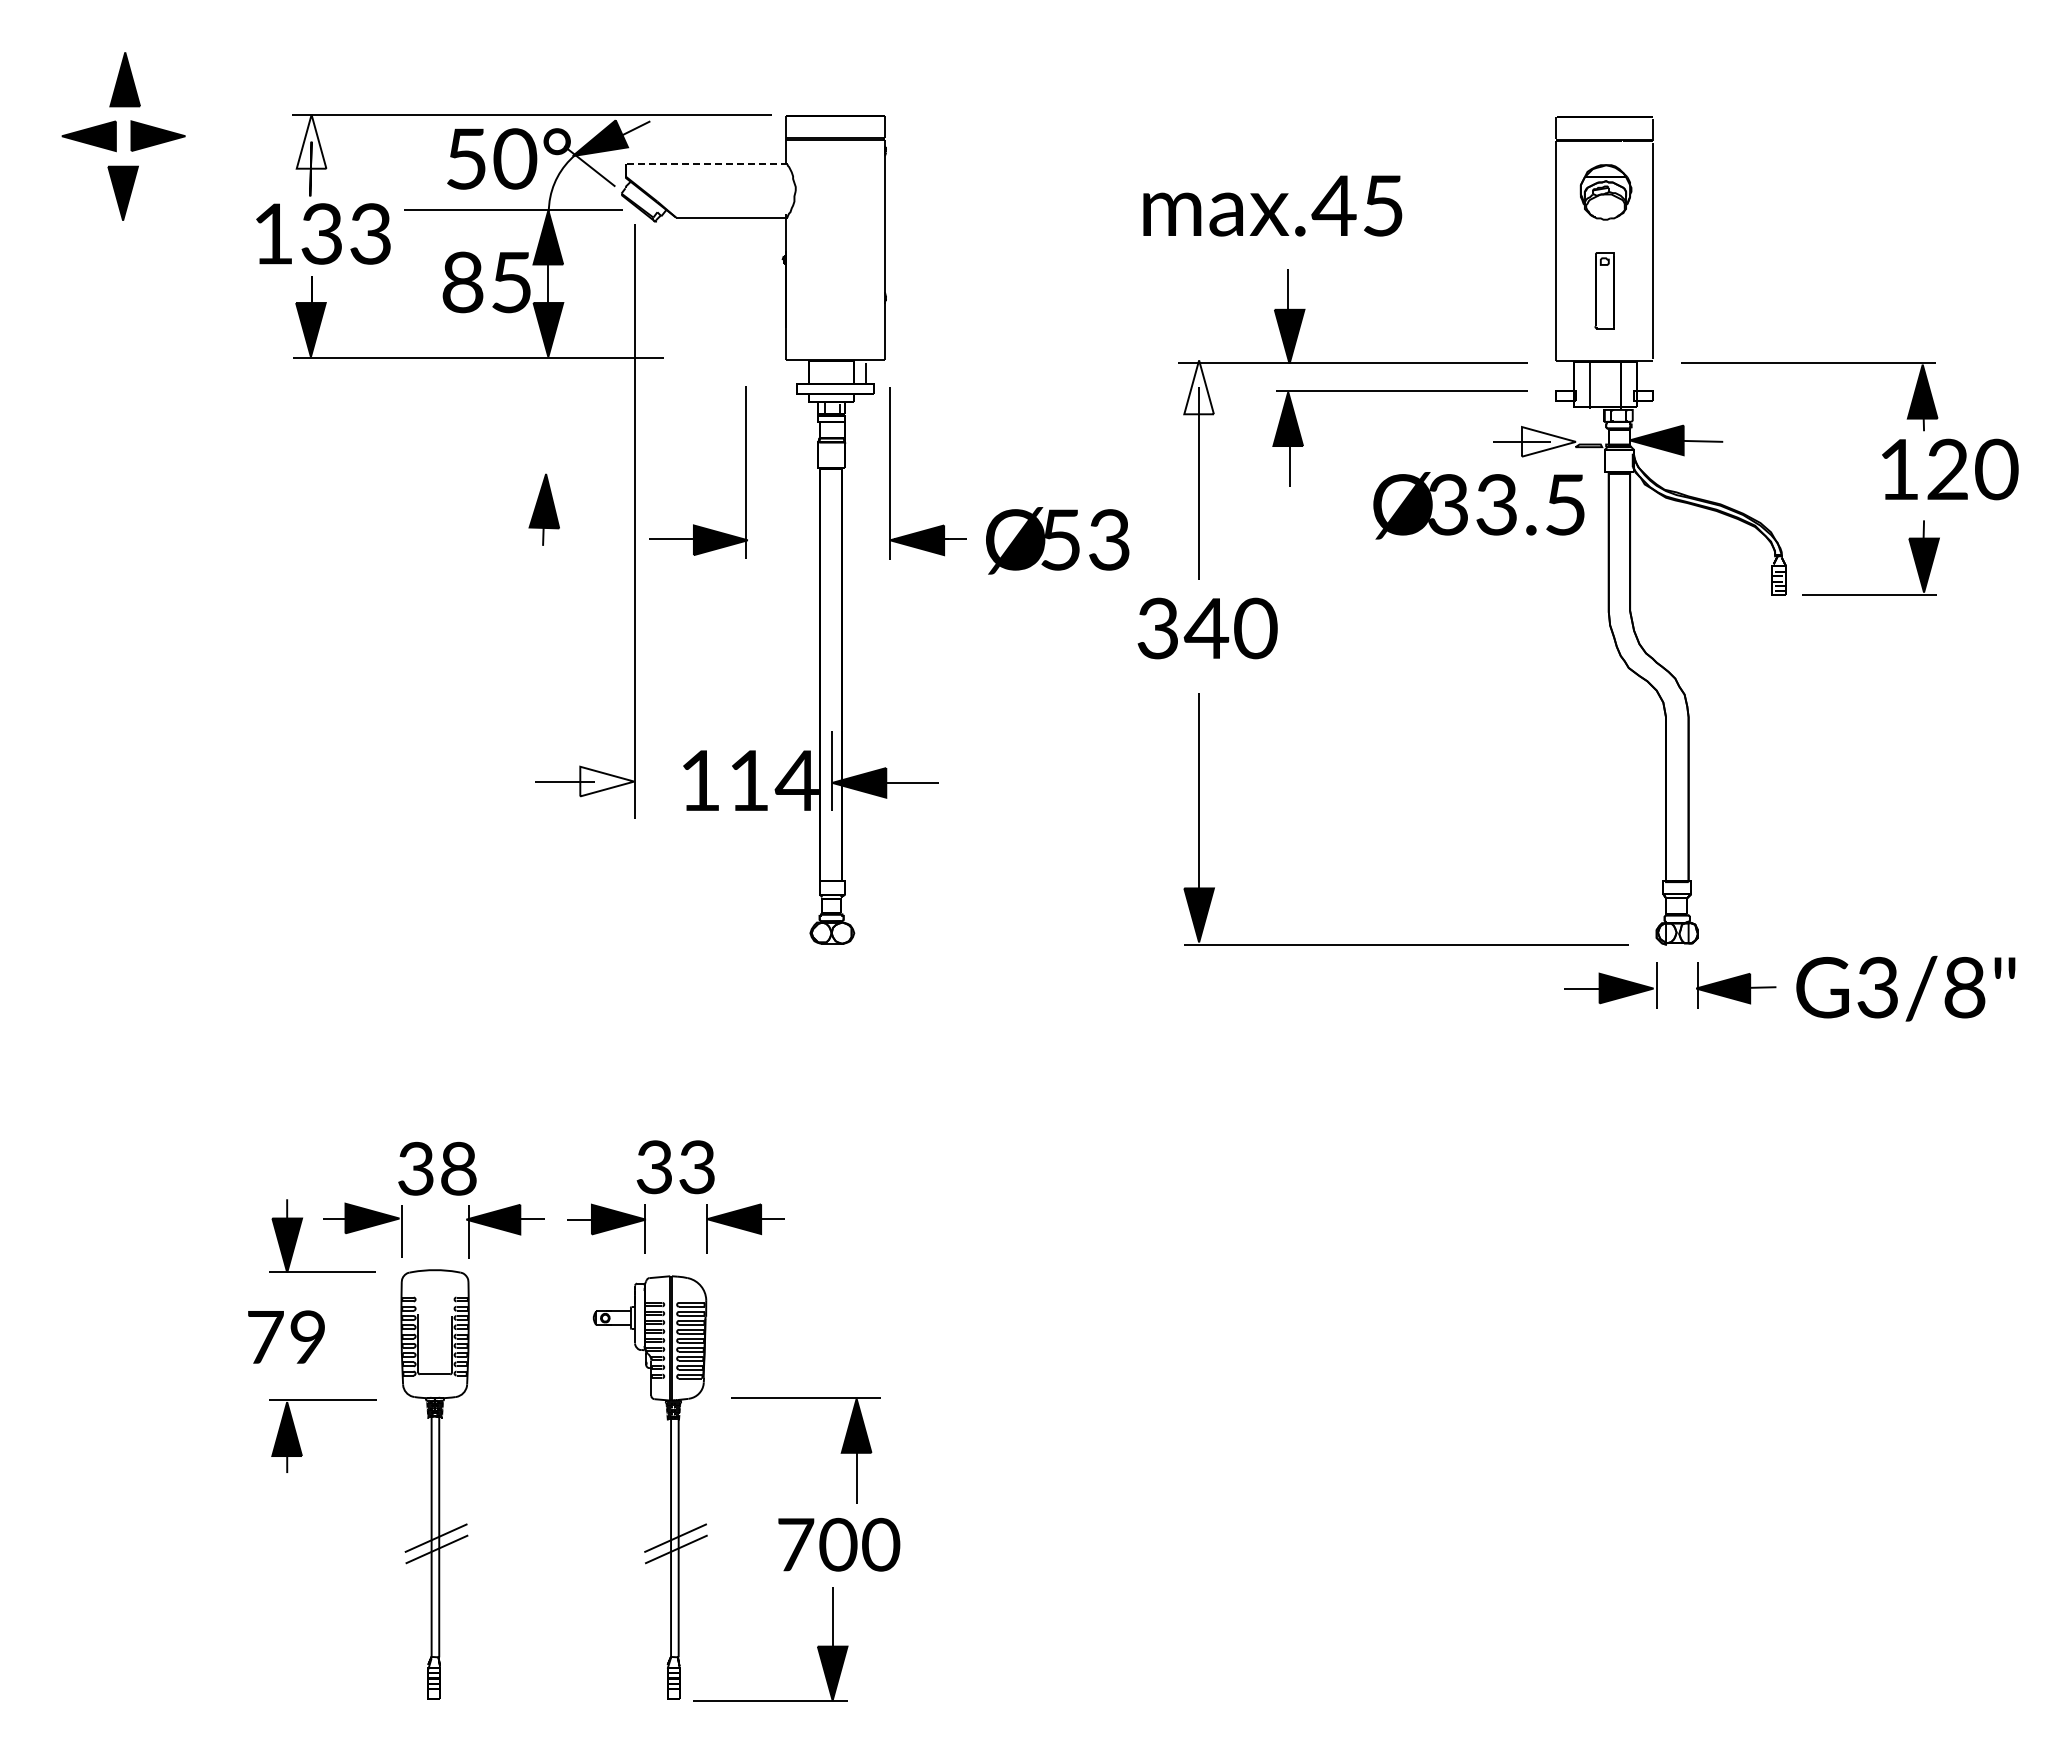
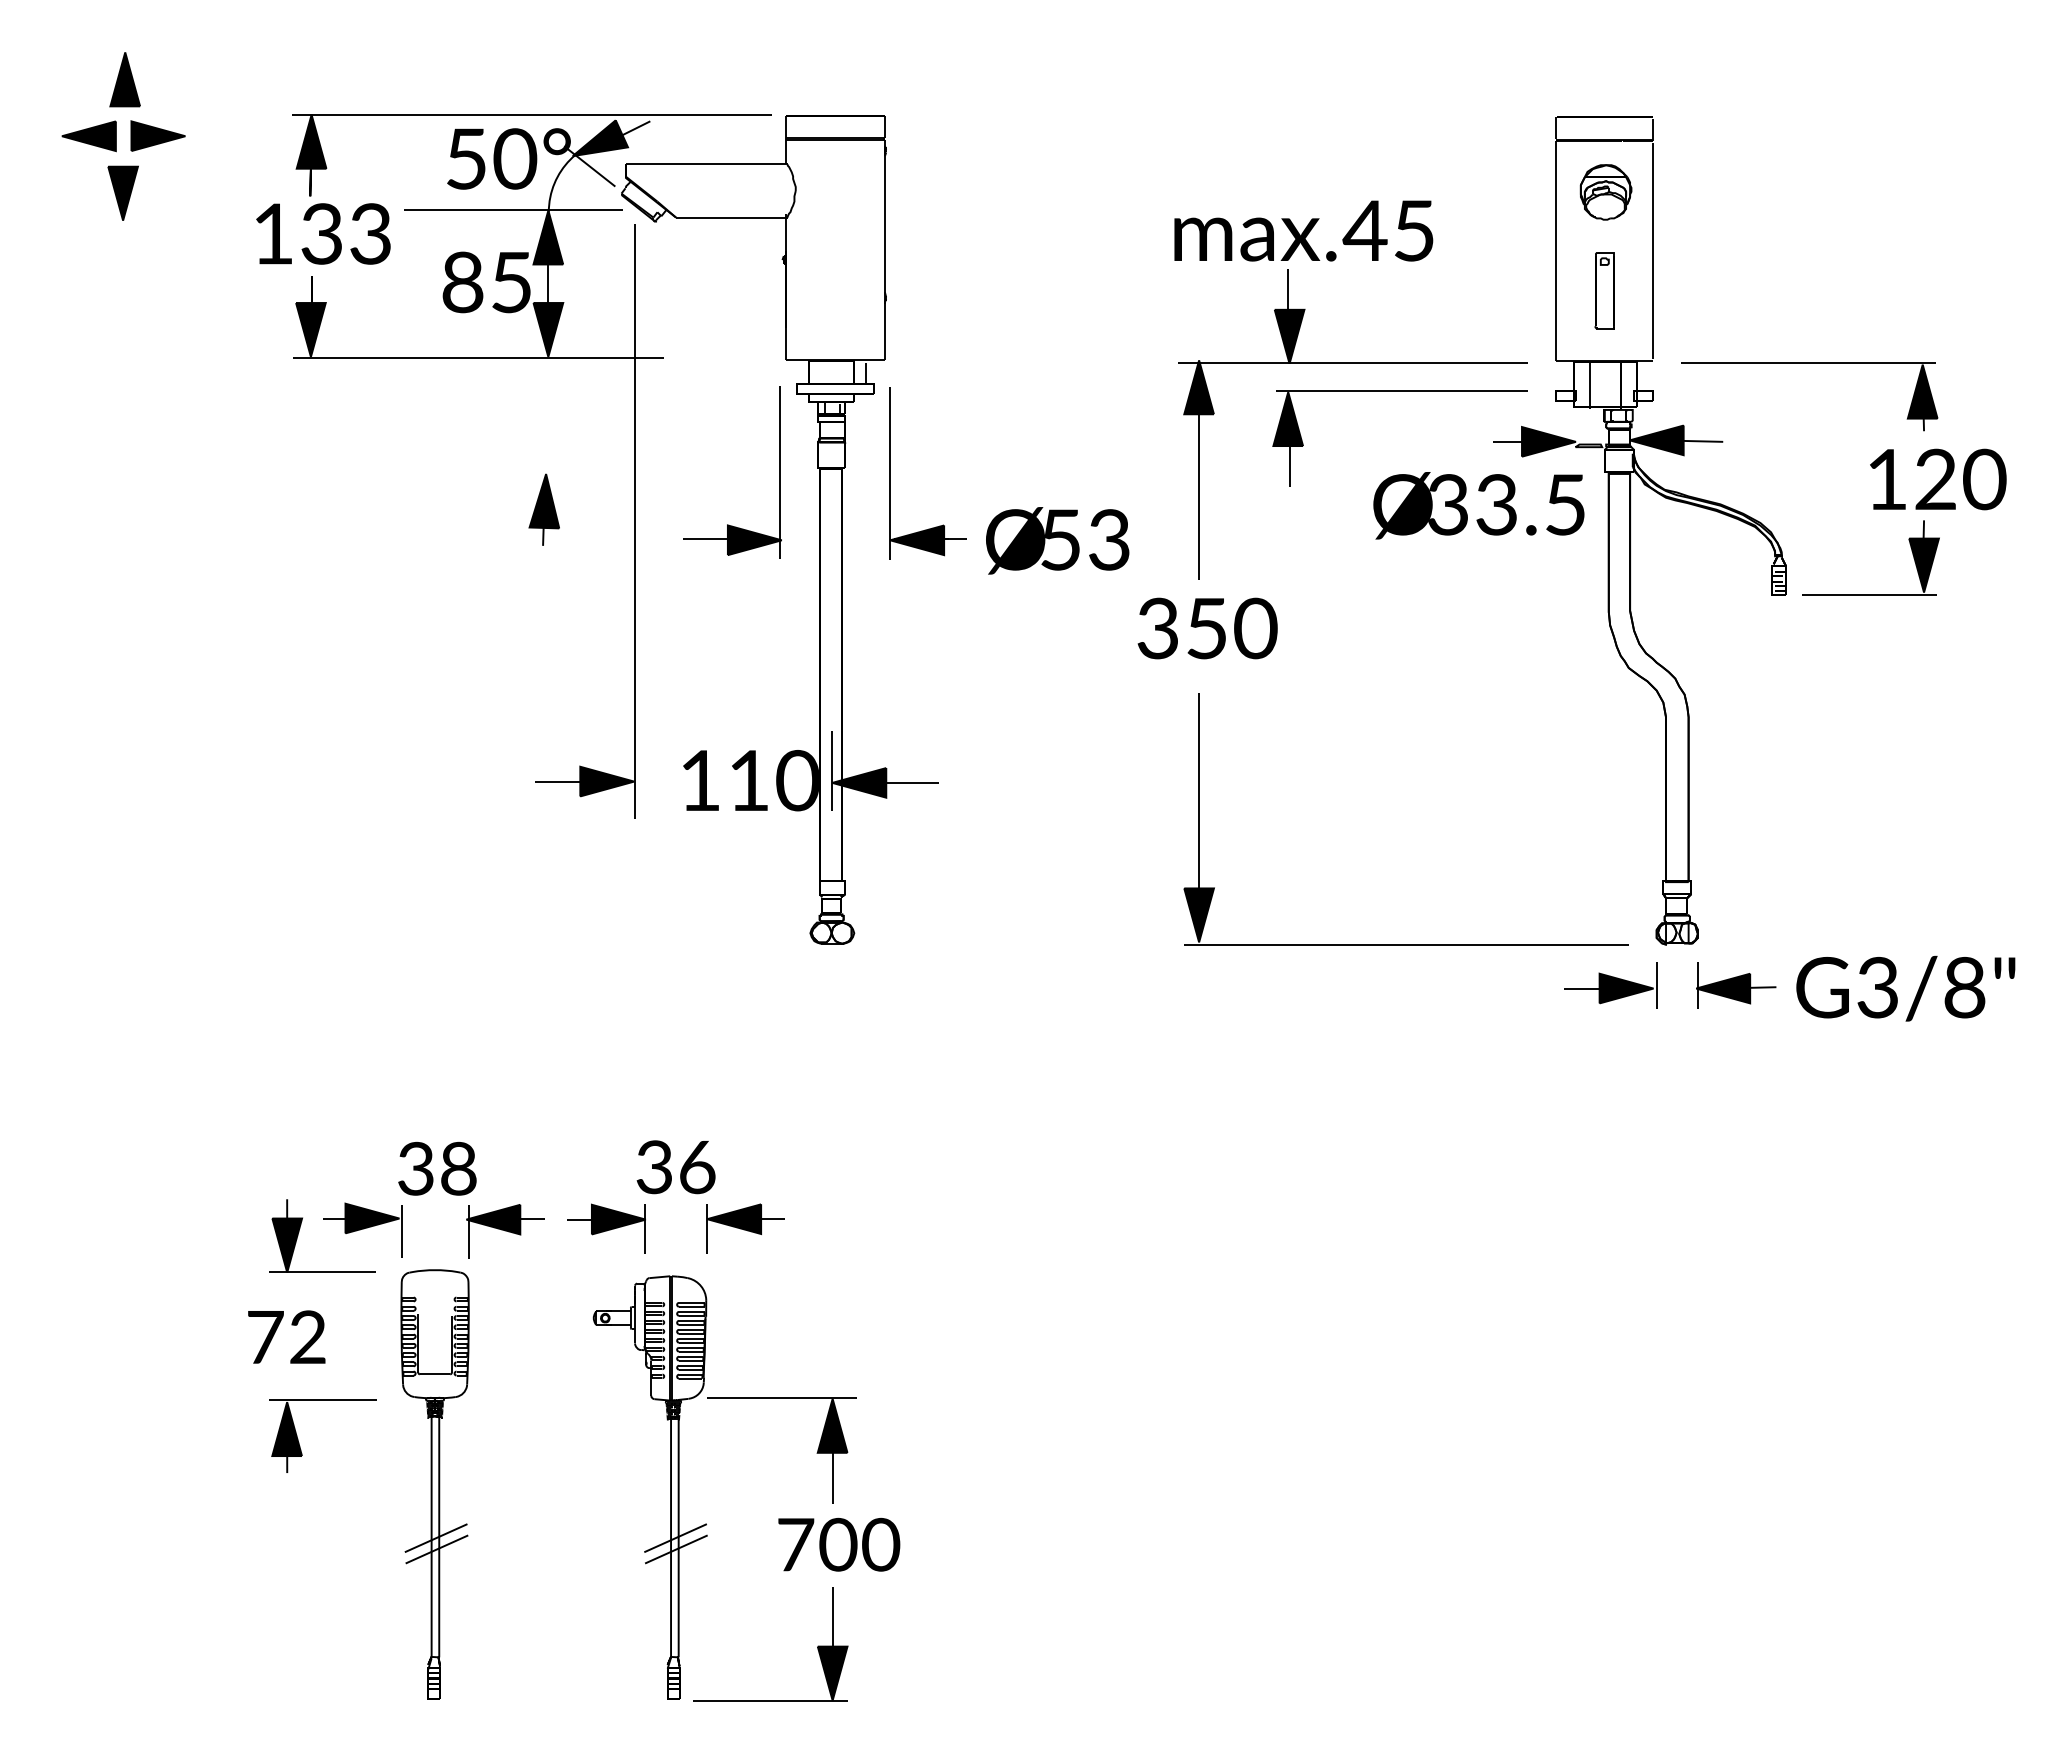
fill at (311, 141): none -> present
line at (706, 164): dashed -> solid
text at (1272, 205) position: (1272, 205) -> (1303, 230)
fill at (1198, 387): none -> present
fill at (1548, 441): none -> present
text at (1950, 469) position: (1950, 469) -> (1938, 479)
part at (745, 472) position: (745, 472) -> (779, 472)
text at (1206, 628): 340 -> 350
text at (796, 780): 114 -> 110
fill at (607, 781): none -> present
text at (697, 1166): 33 -> 36
text at (307, 1336): 79 -> 72
part at (840, 1453) position: (840, 1453) -> (816, 1453)
